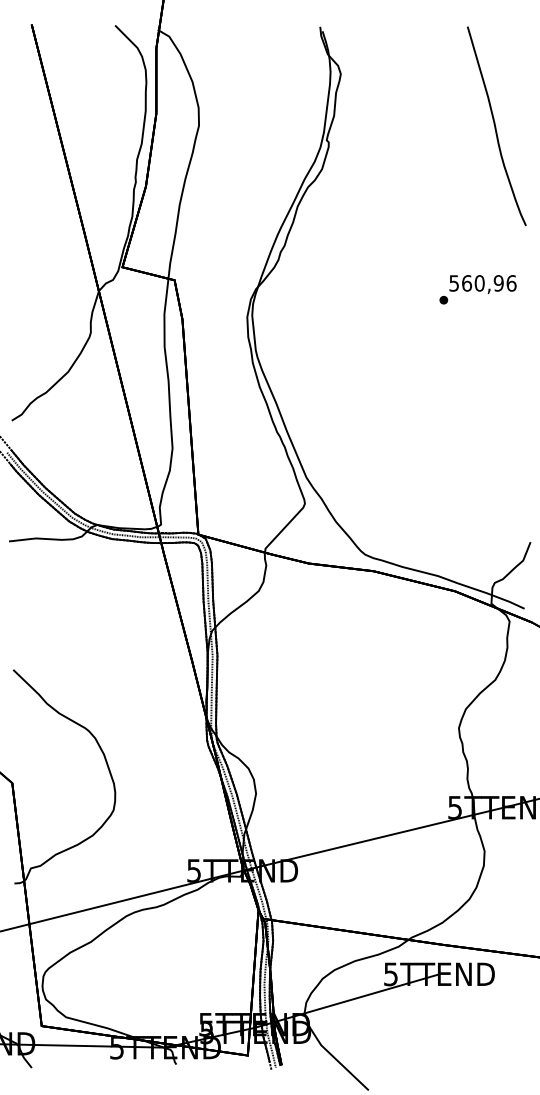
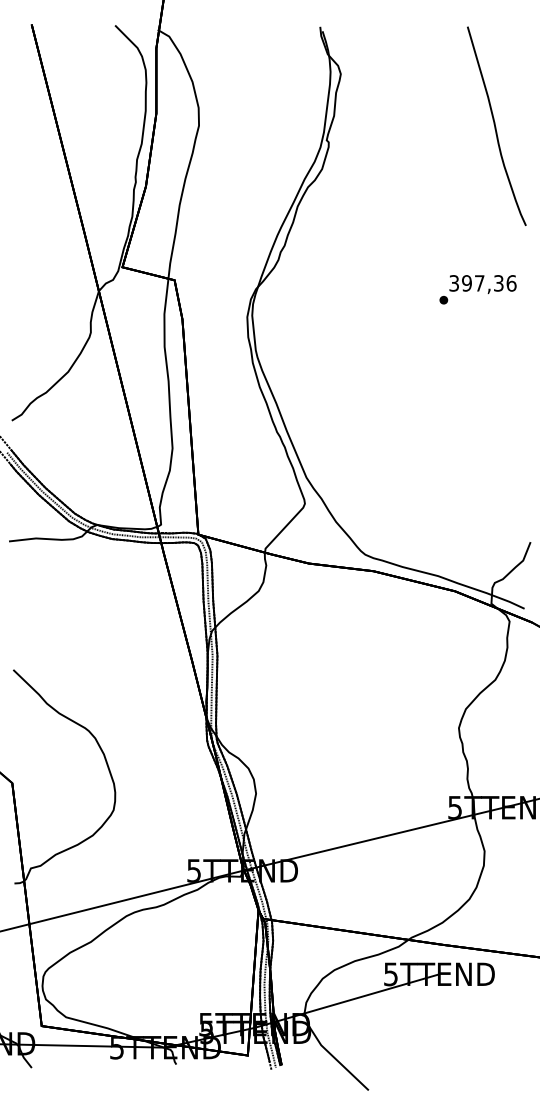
text at (476, 283): 560,96 -> 397,36
